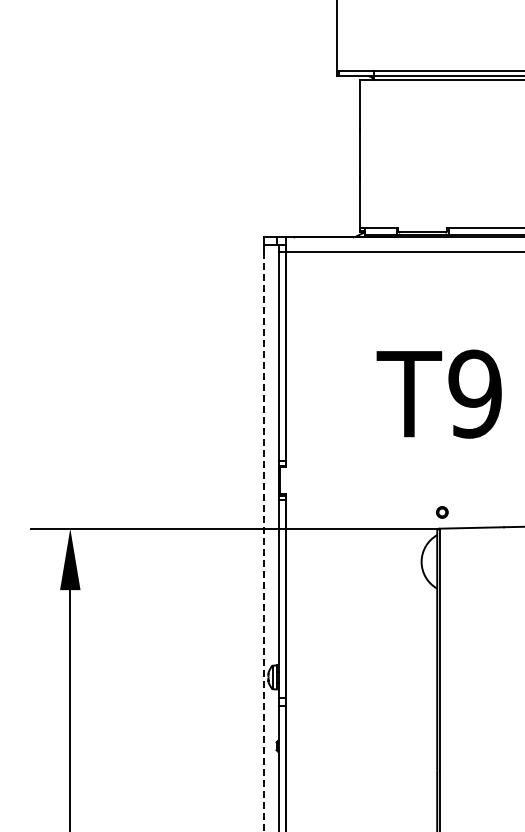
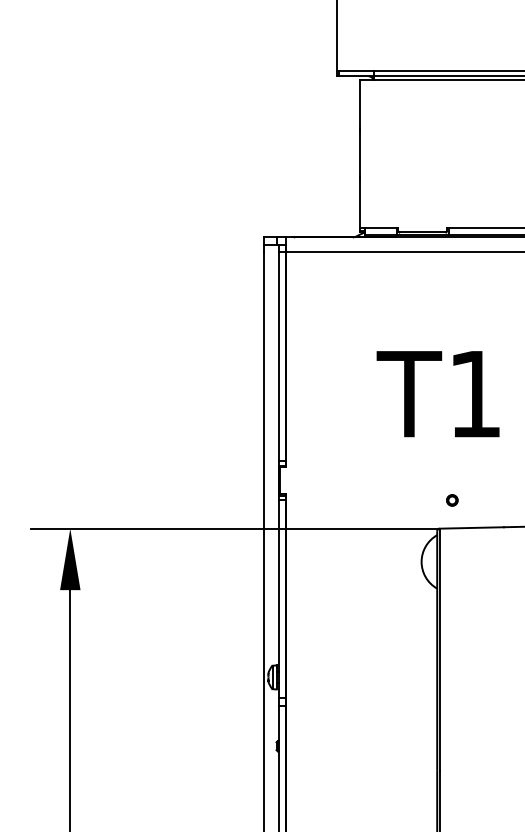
text at (474, 393): T9 -> T1
part at (442, 512) position: (442, 512) -> (452, 500)
line at (264, 542): dashed -> solid
